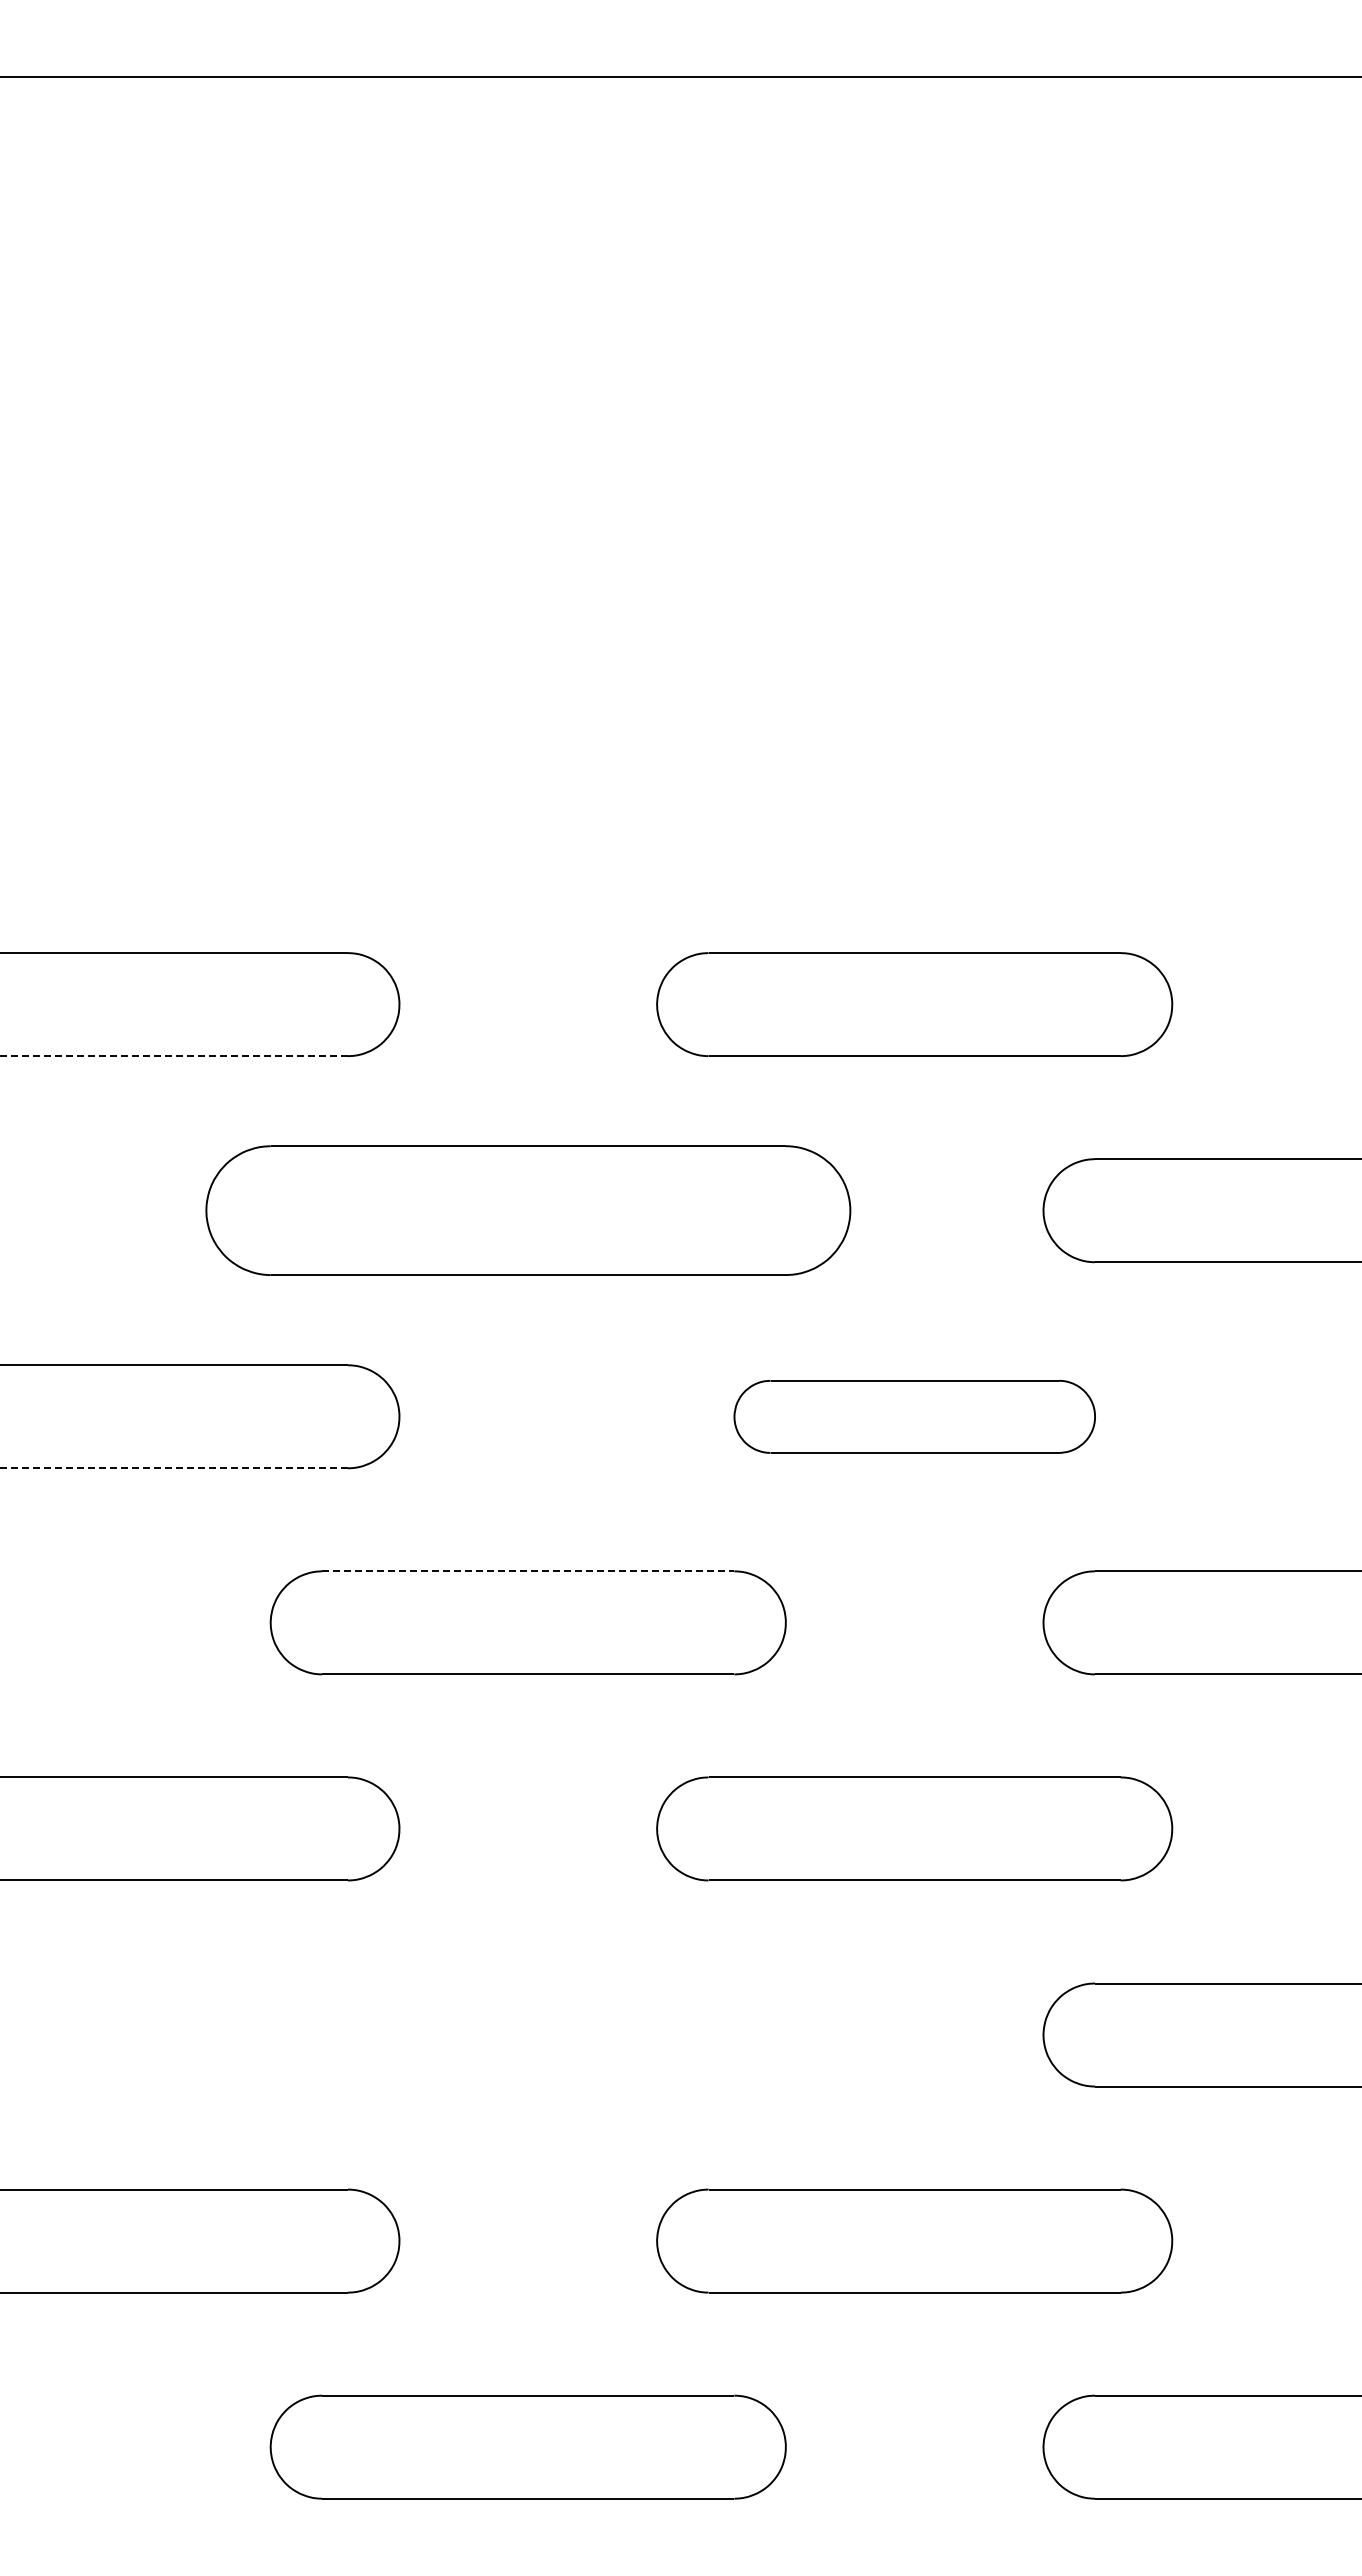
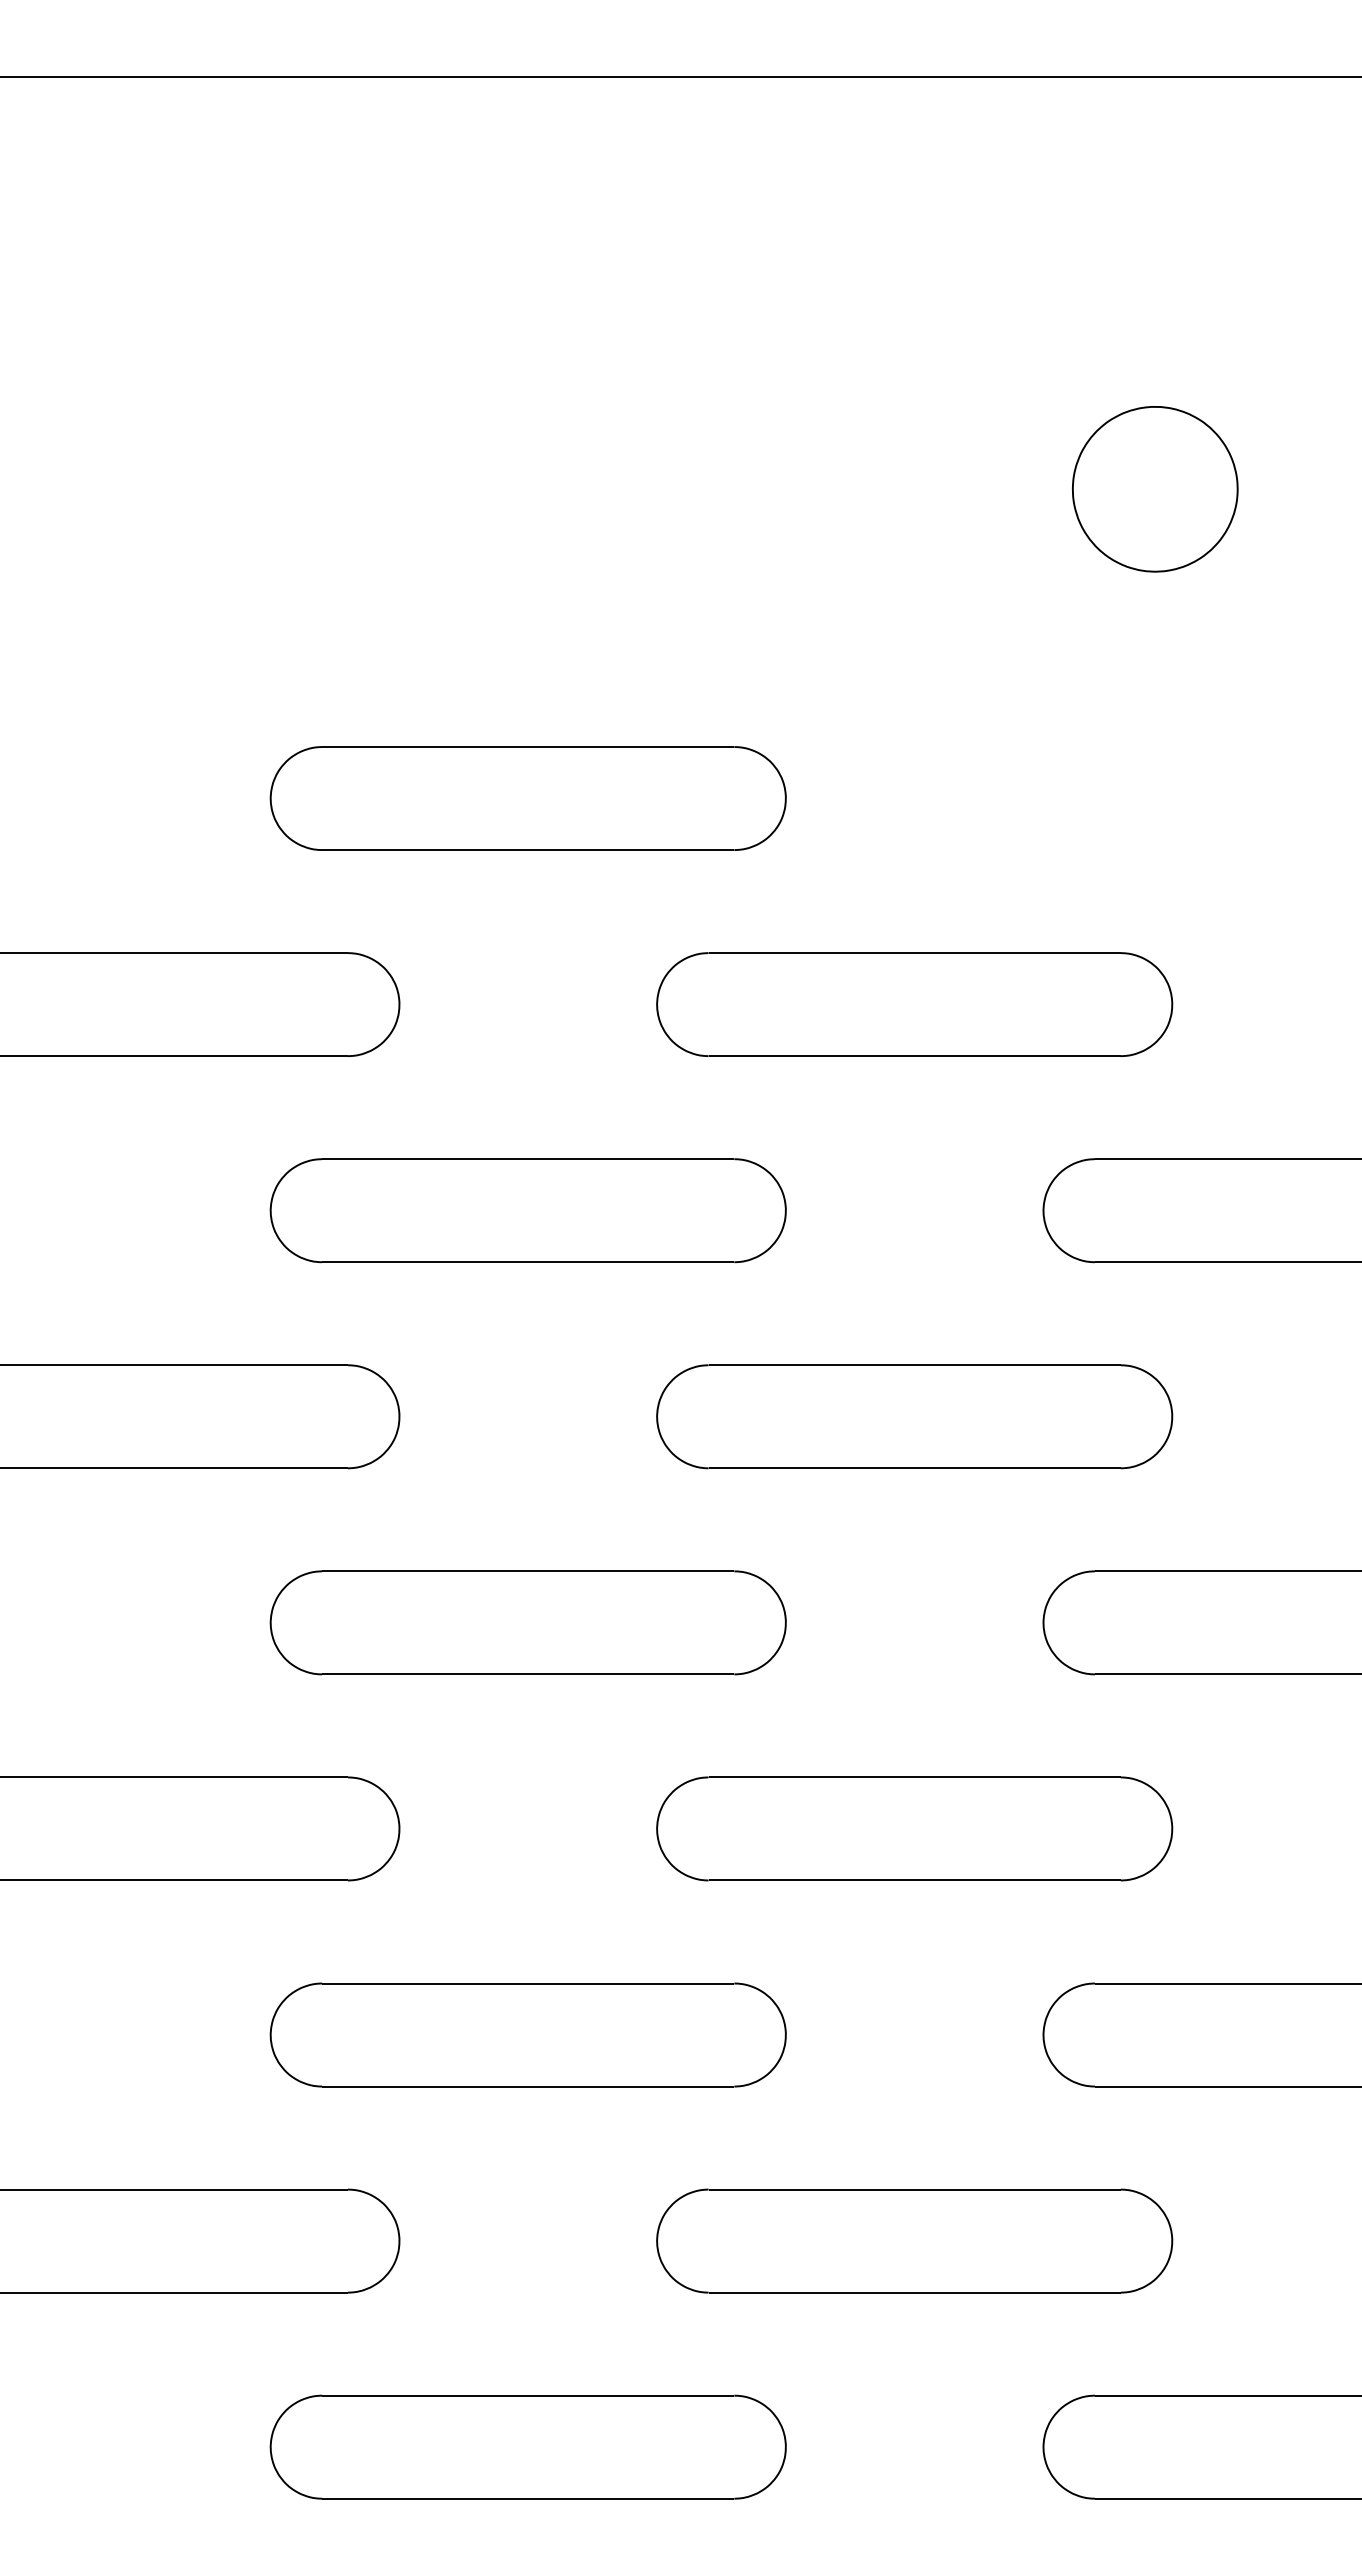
part at (1155, 489): none -> present
part at (527, 798): none -> present
line at (174, 1056): dashed -> solid
part at (528, 1210) size: 647x131 px -> 518x106 px
part at (914, 1416) size: 363x75 px -> 518x106 px
line at (174, 1468): dashed -> solid
line at (528, 1571): dashed -> solid
part at (527, 2034): none -> present
